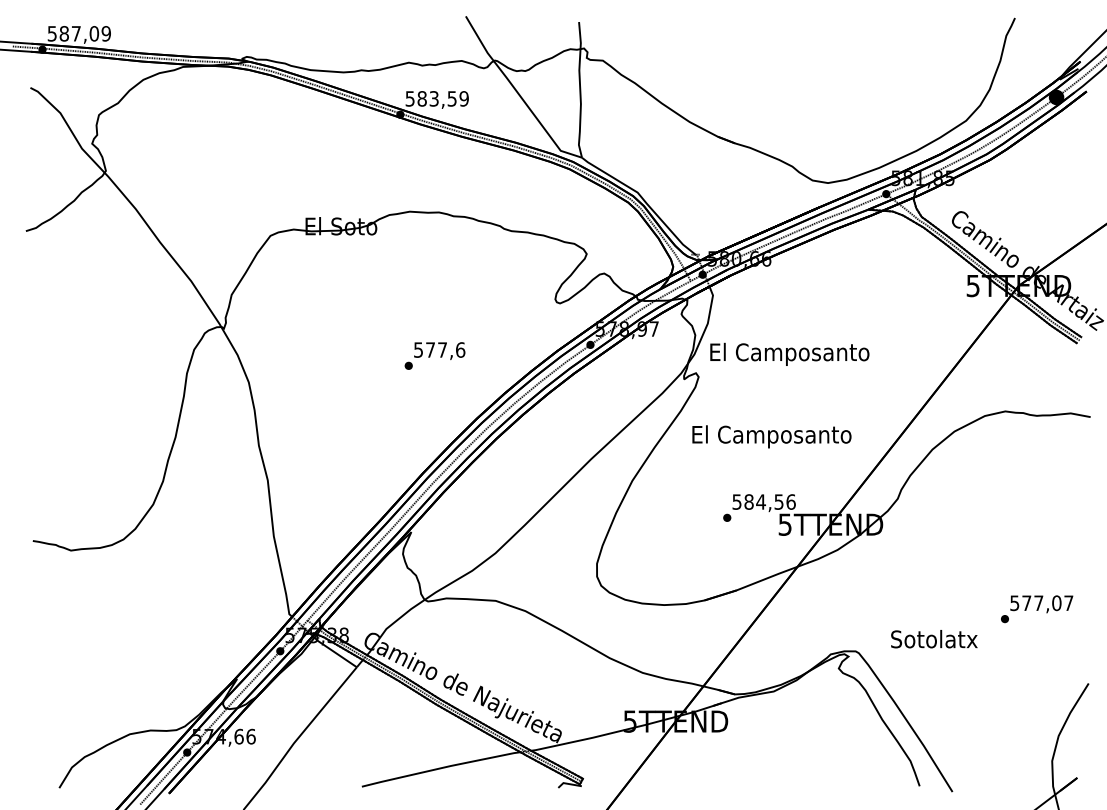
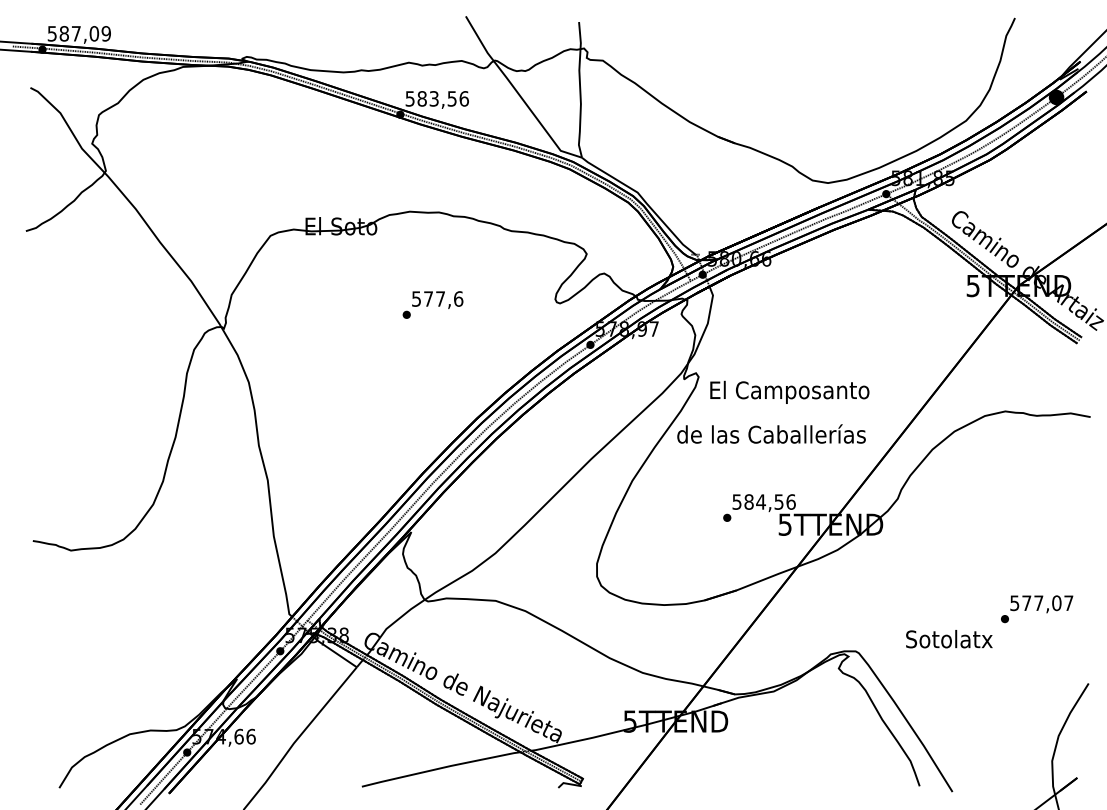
text at (463, 98): 583,59 -> 583,56
text at (789, 353) position: (789, 353) -> (789, 391)
text at (434, 355) position: (434, 355) -> (432, 304)
text at (771, 436): El Camposanto -> de las Caballerías
text at (934, 639) position: (934, 639) -> (949, 639)
